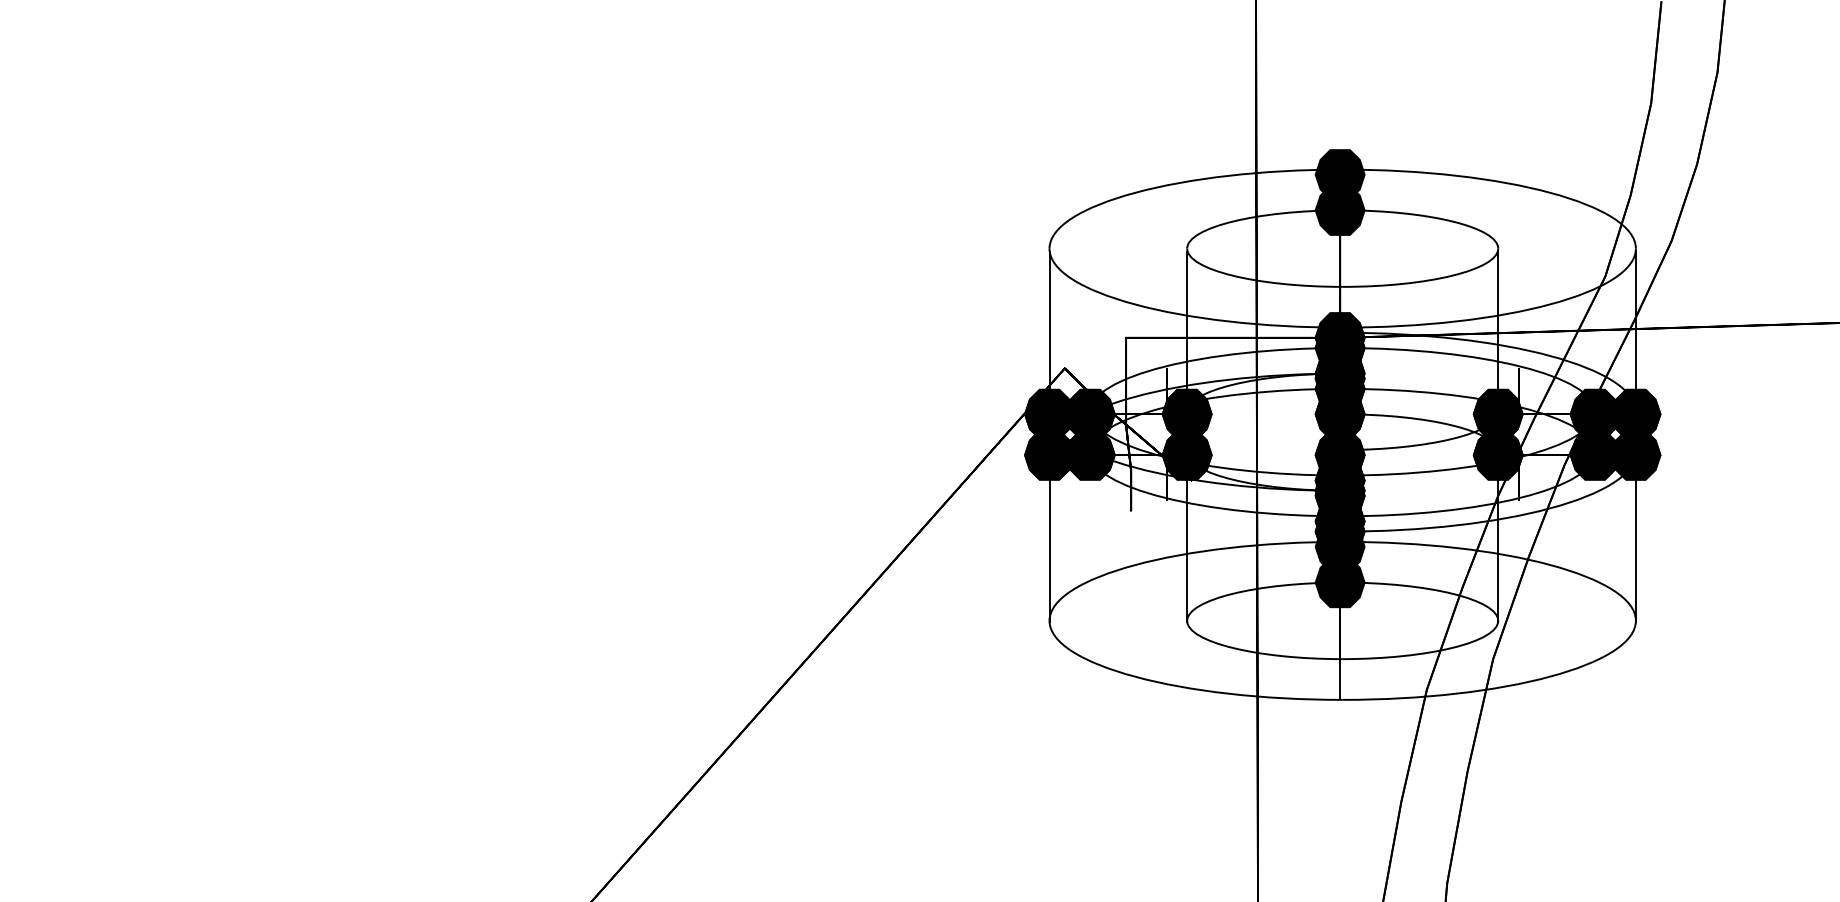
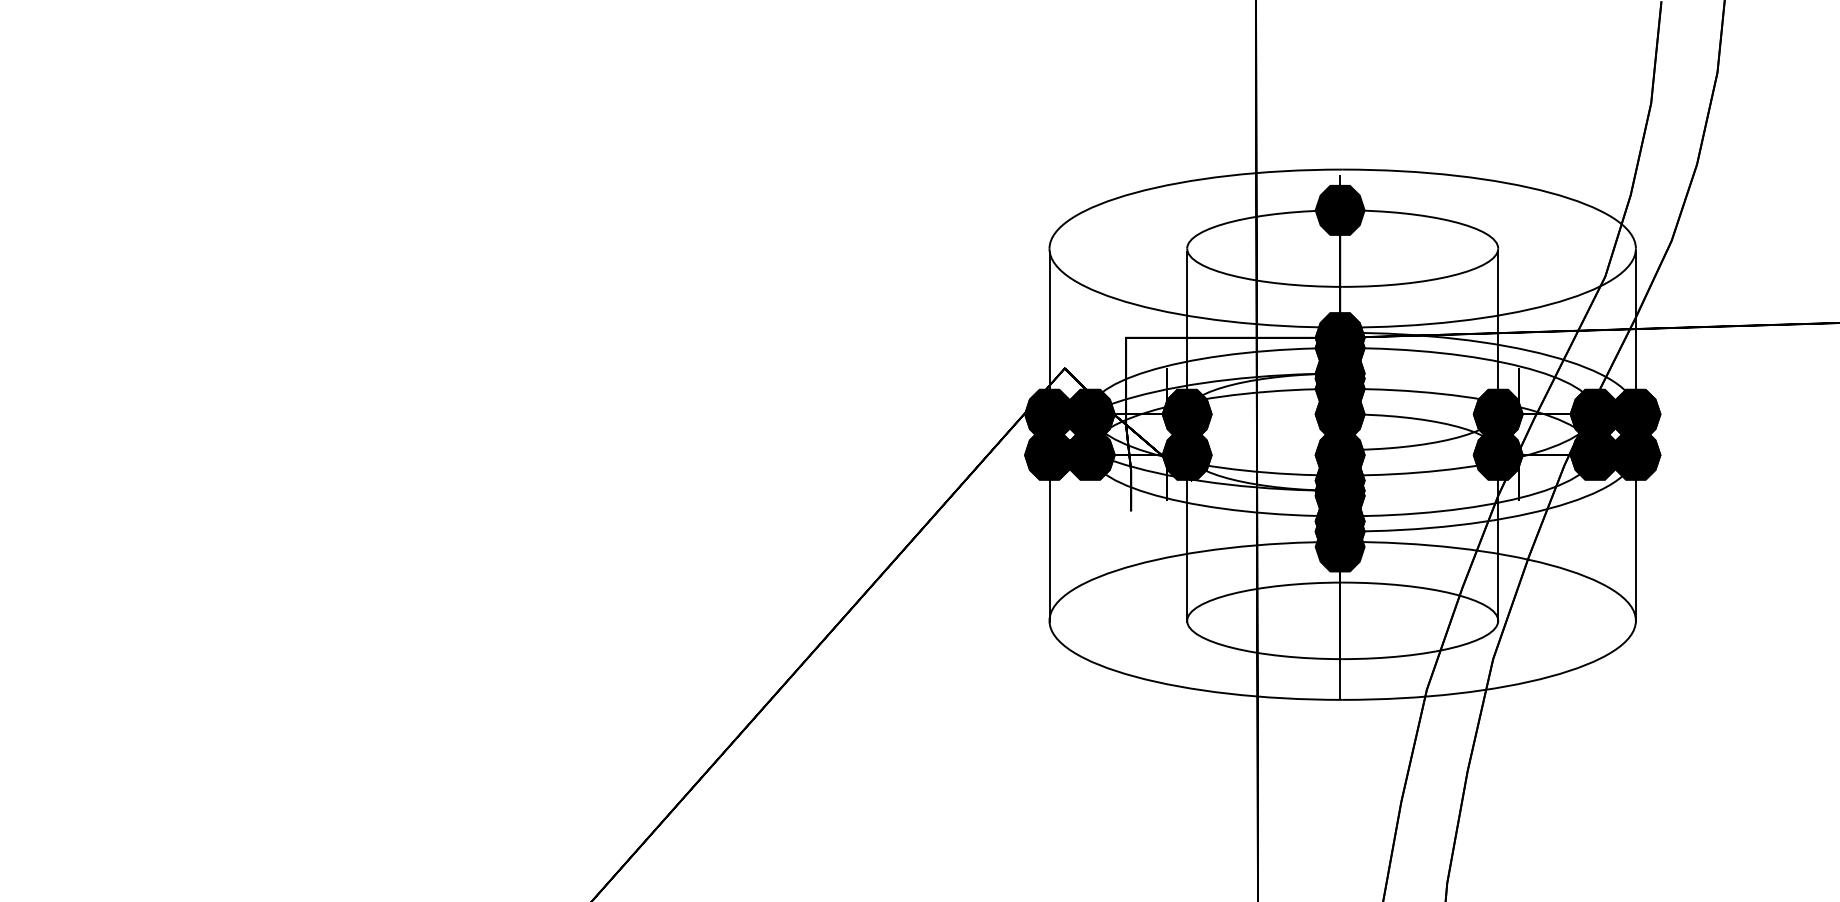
fill at (1339, 174): present -> none
fill at (1339, 582): present -> none
